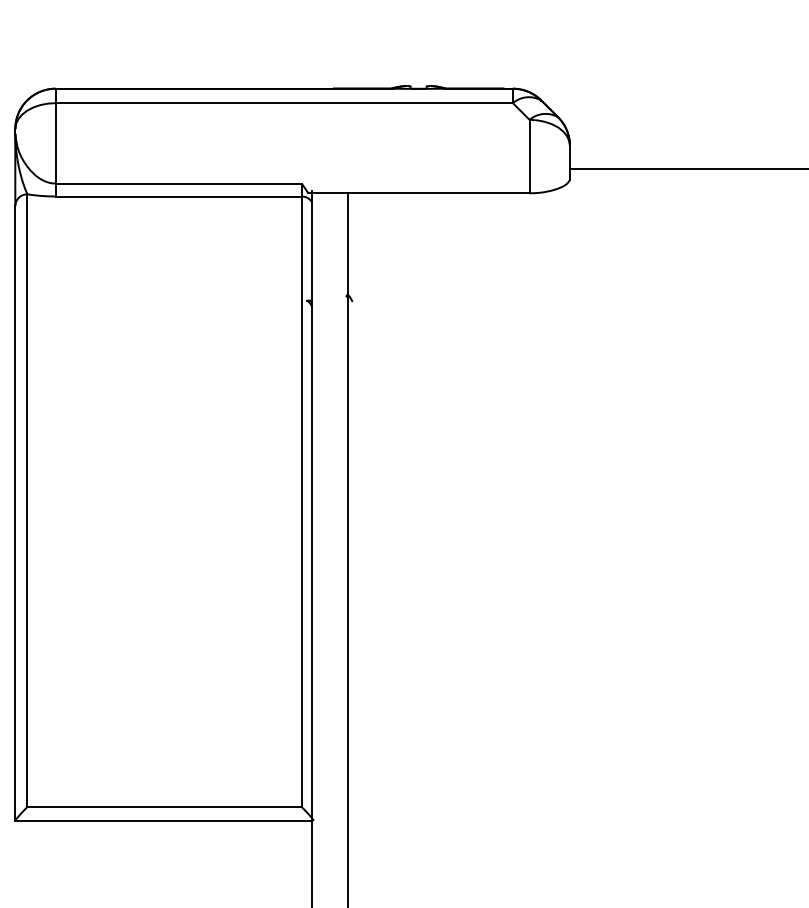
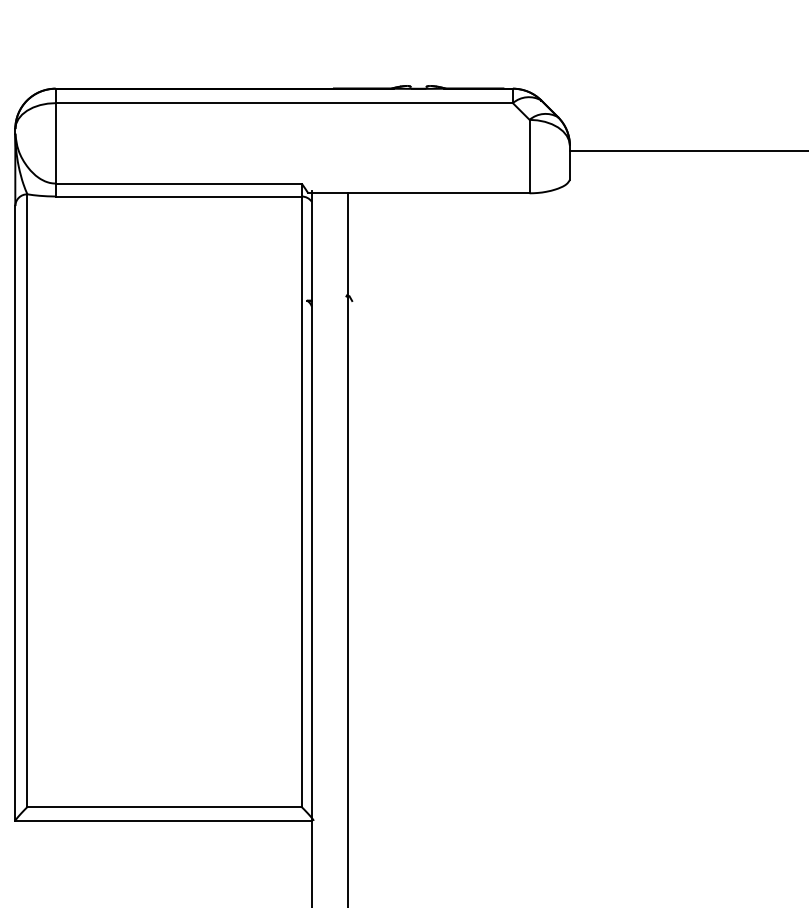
line at (687, 169) position: (687, 169) -> (687, 151)
